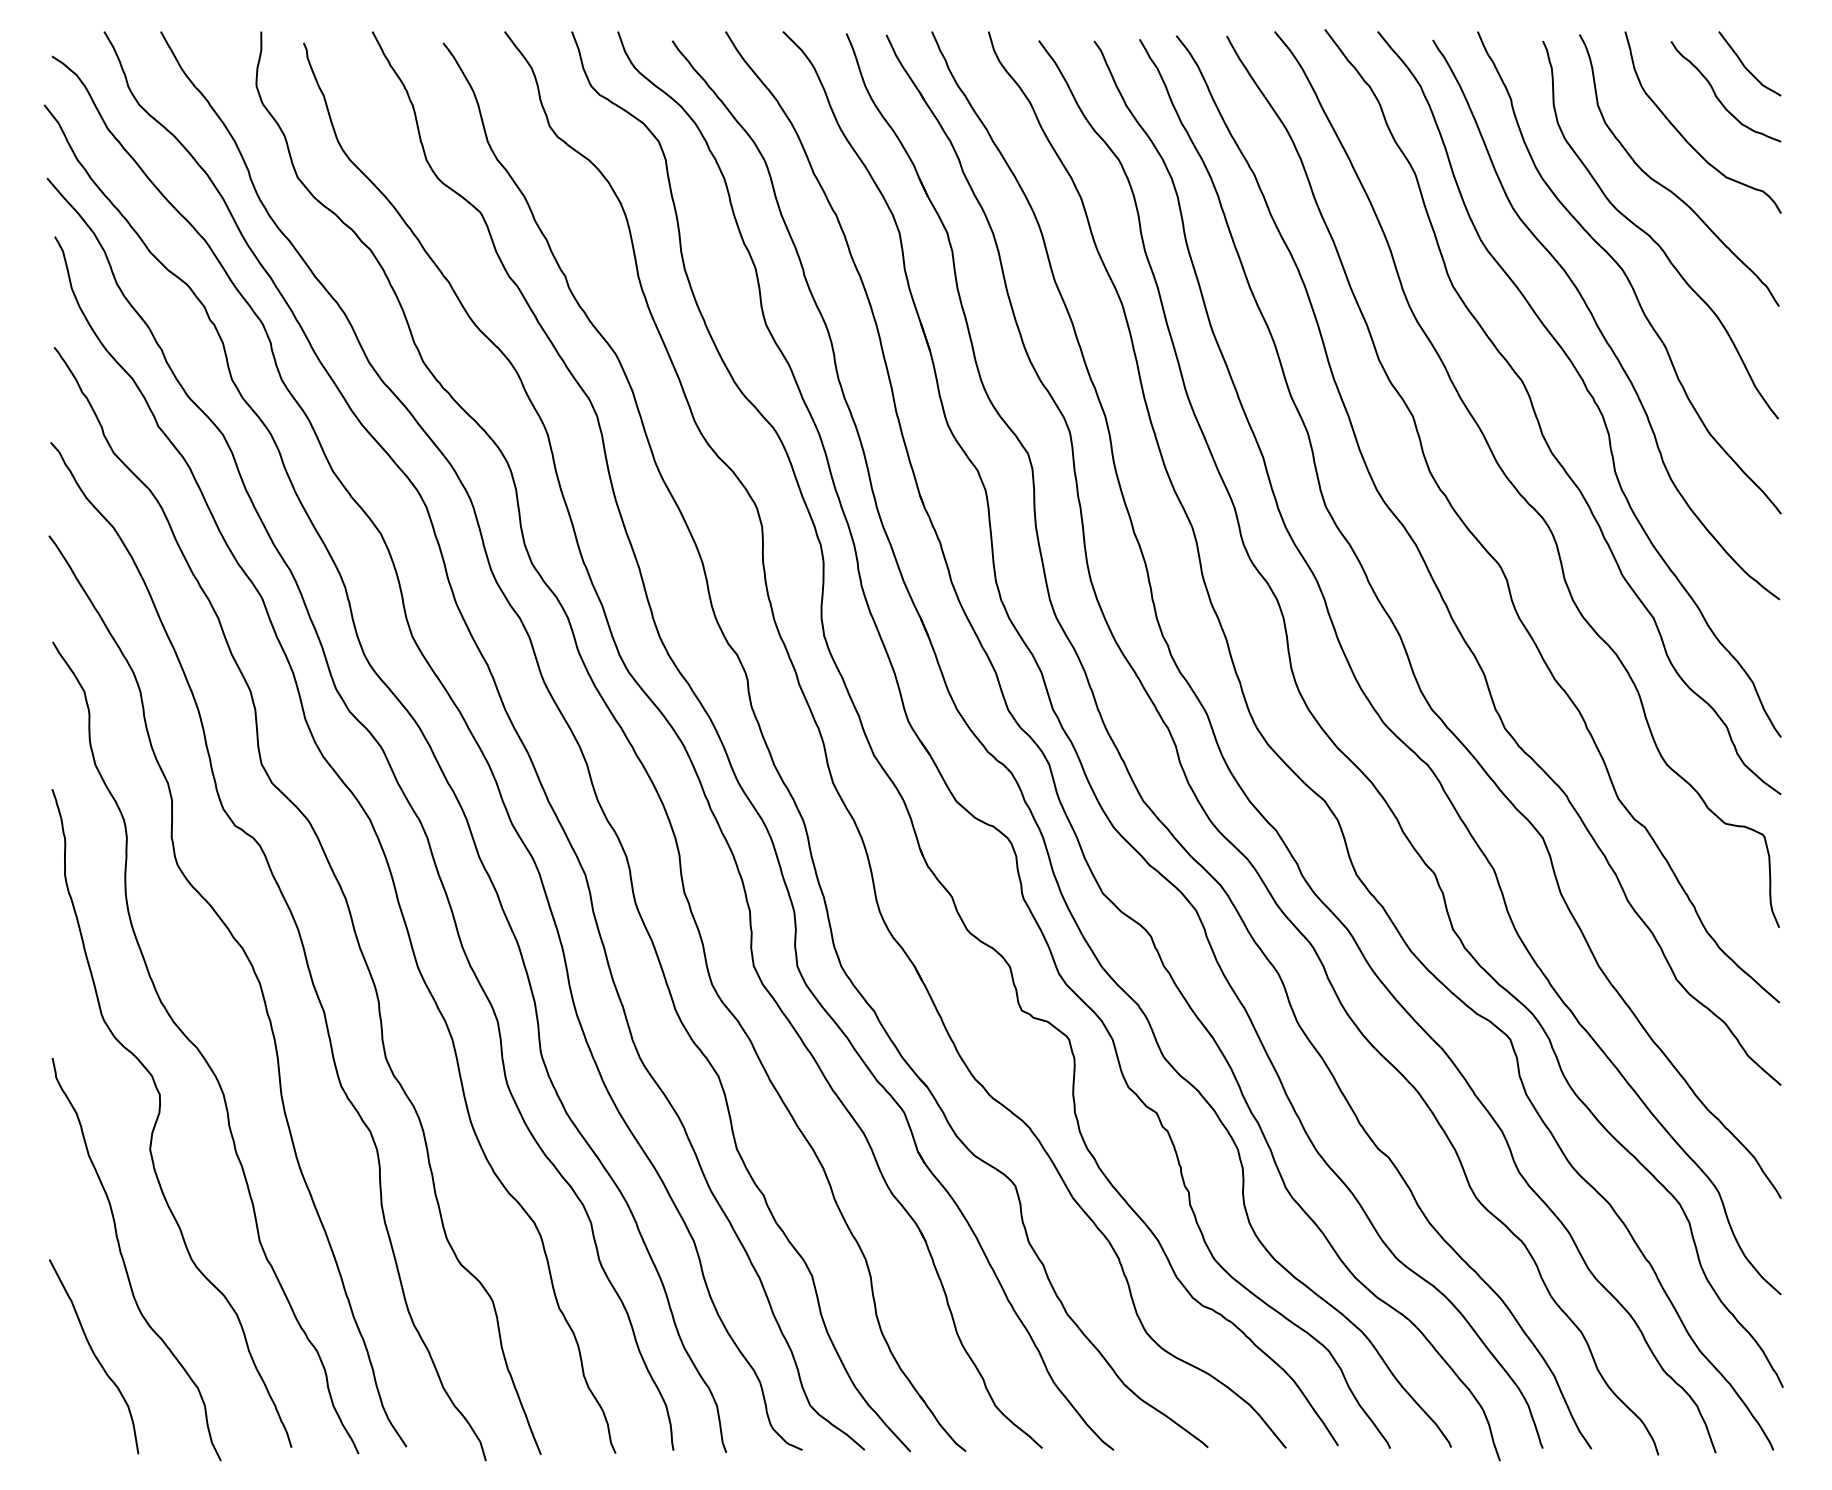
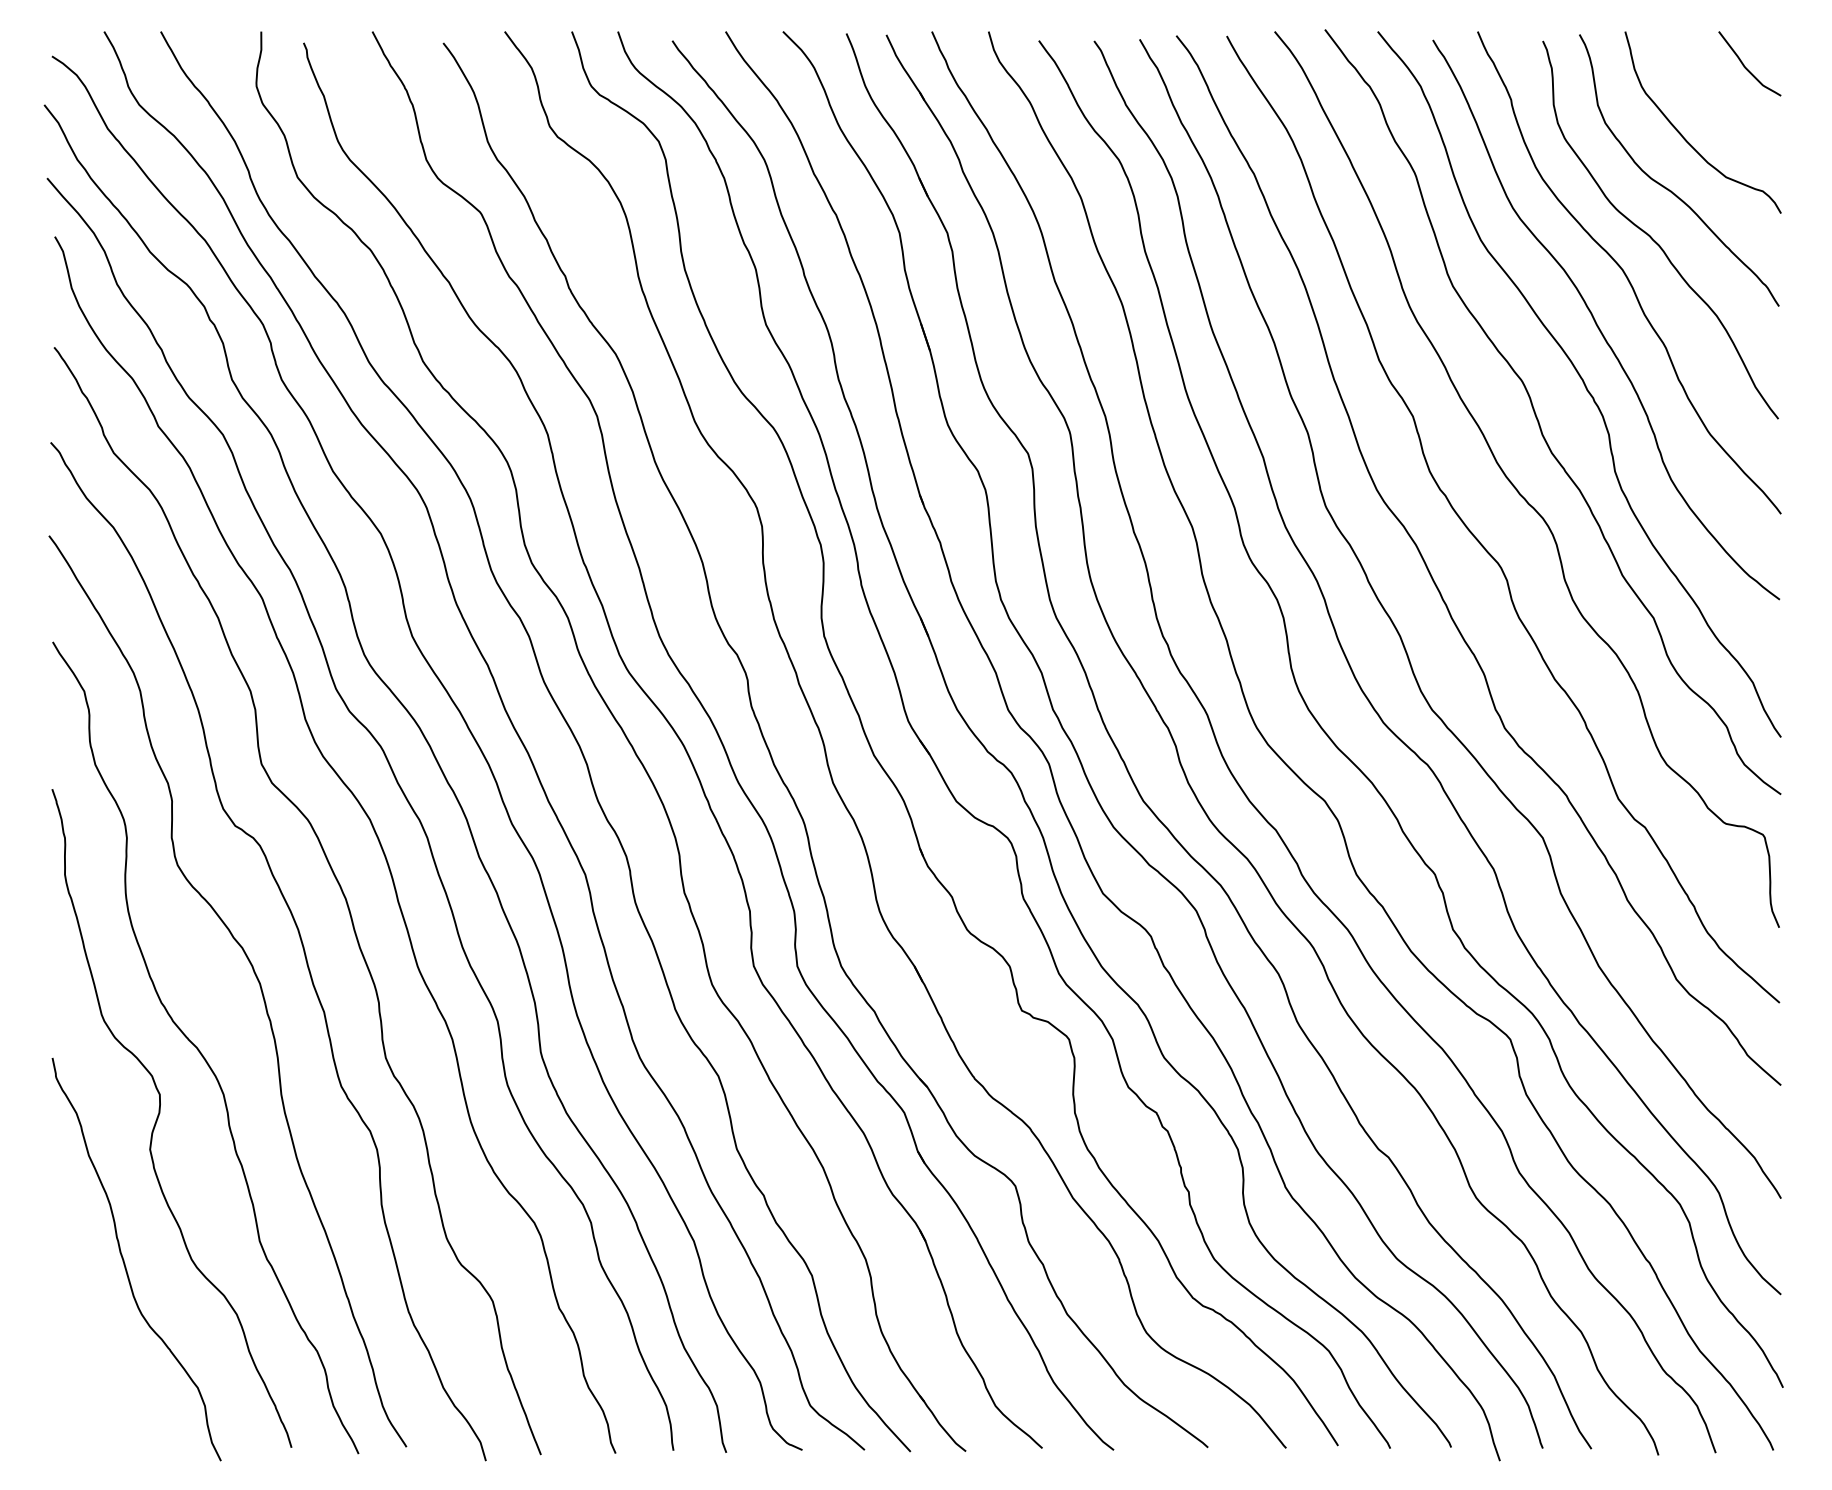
curve at (1718, 97): present -> none
curve at (94, 1356): present -> none
